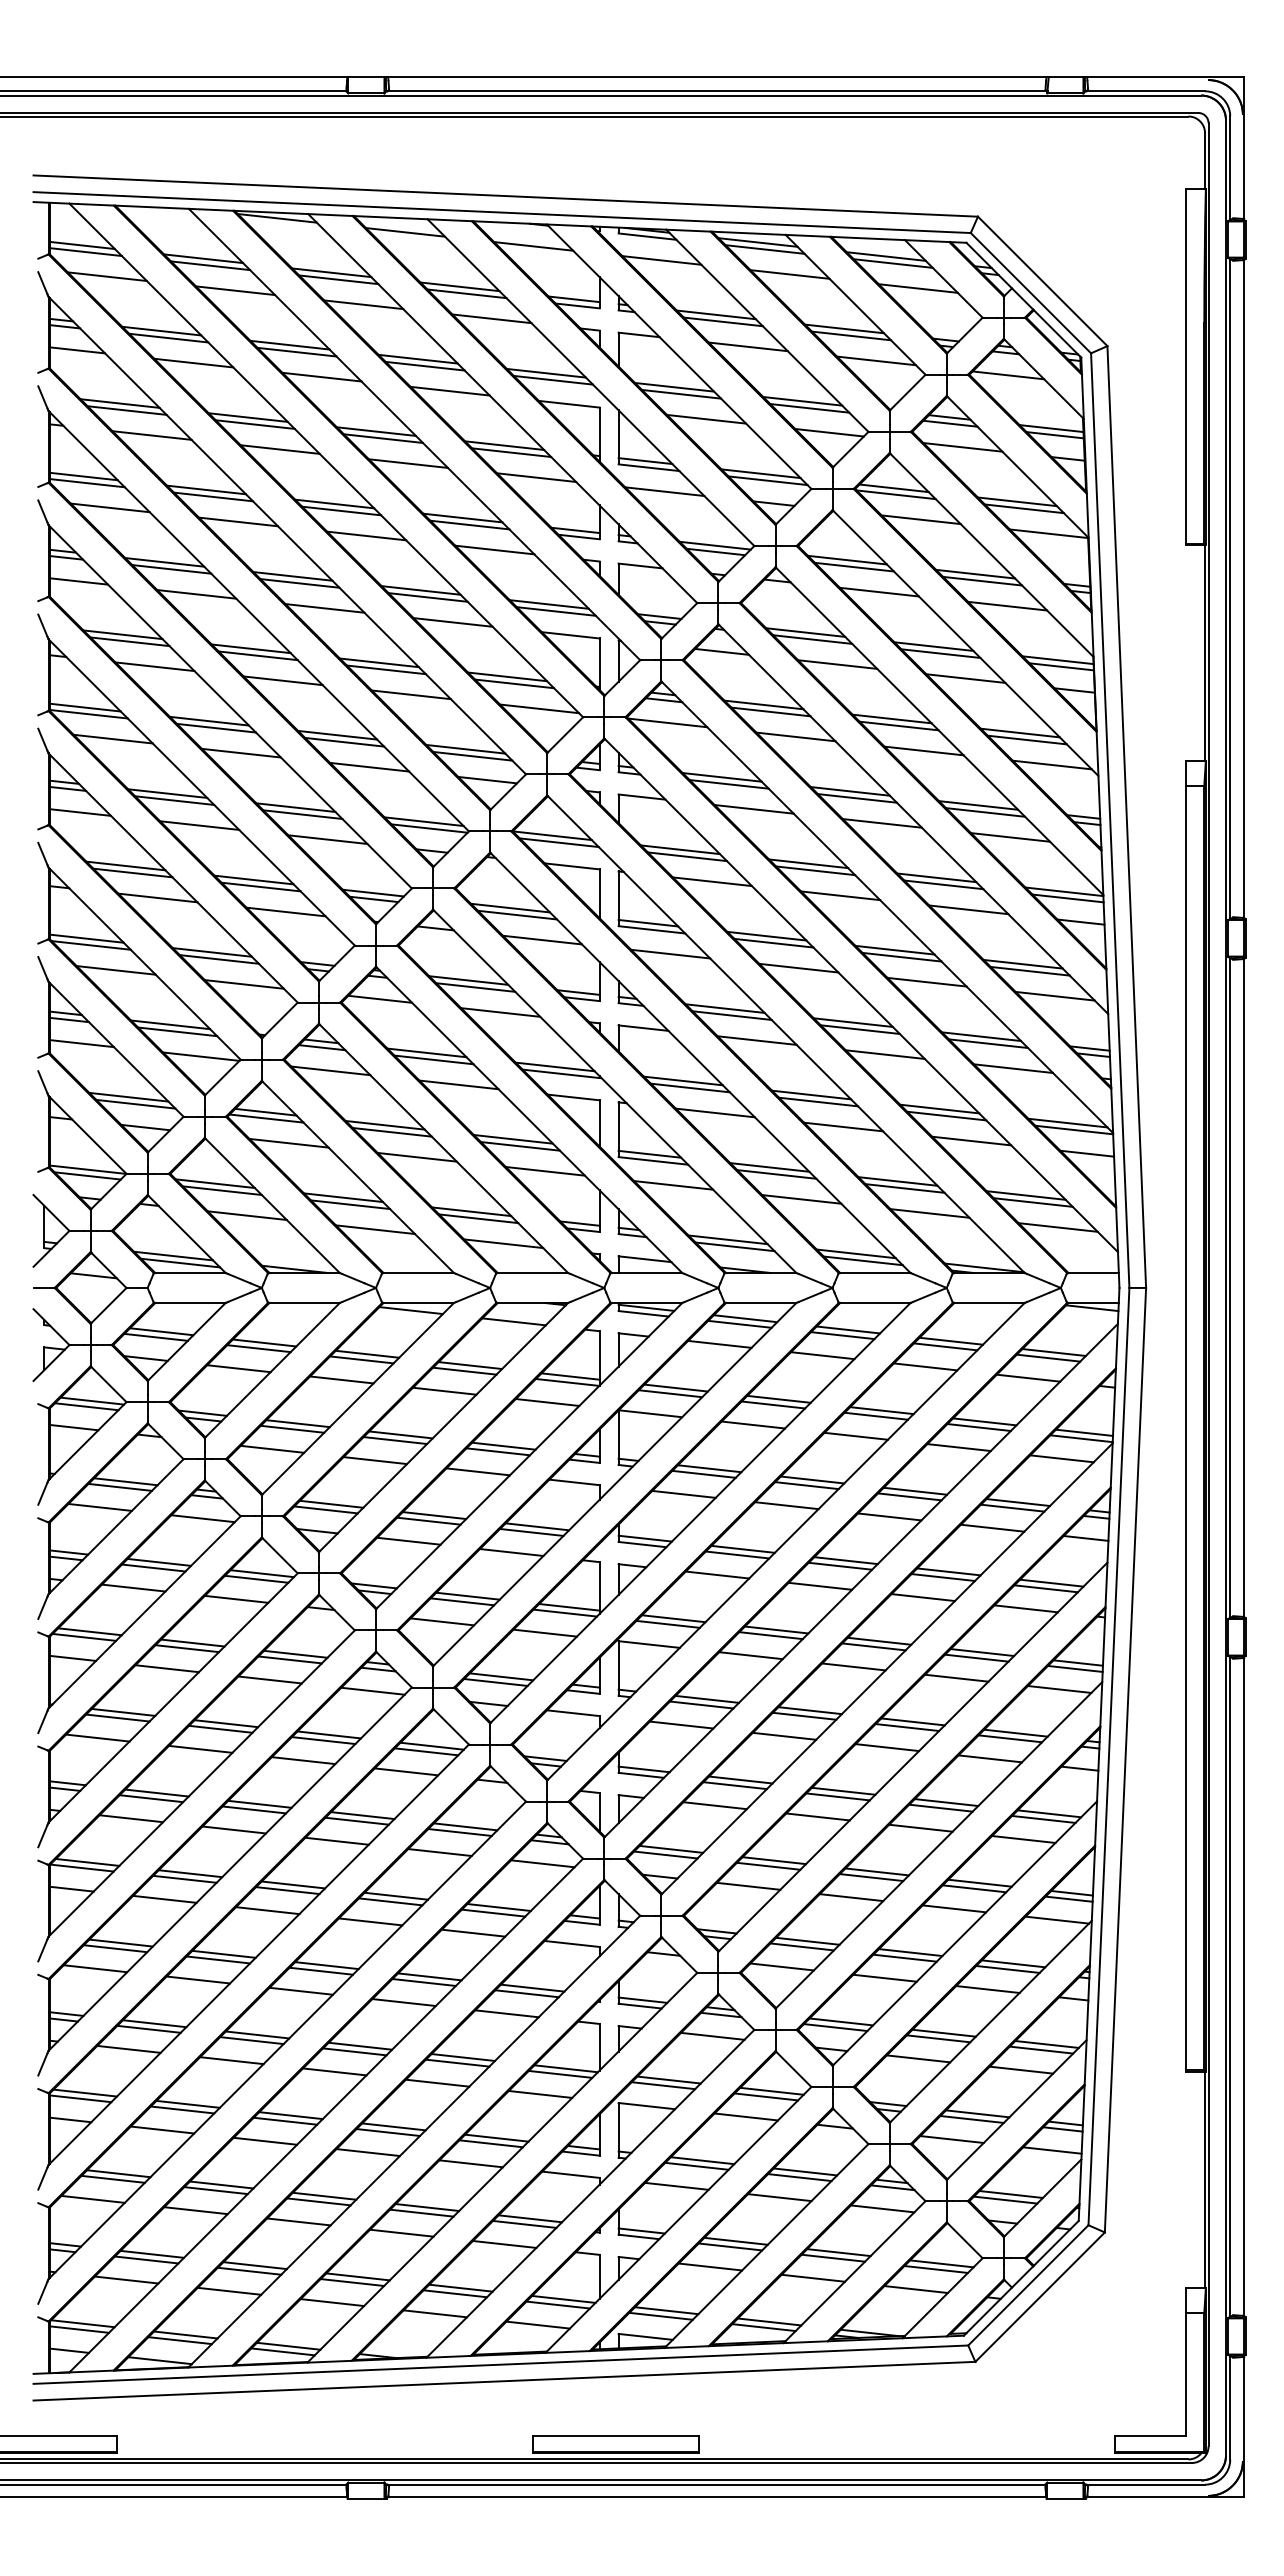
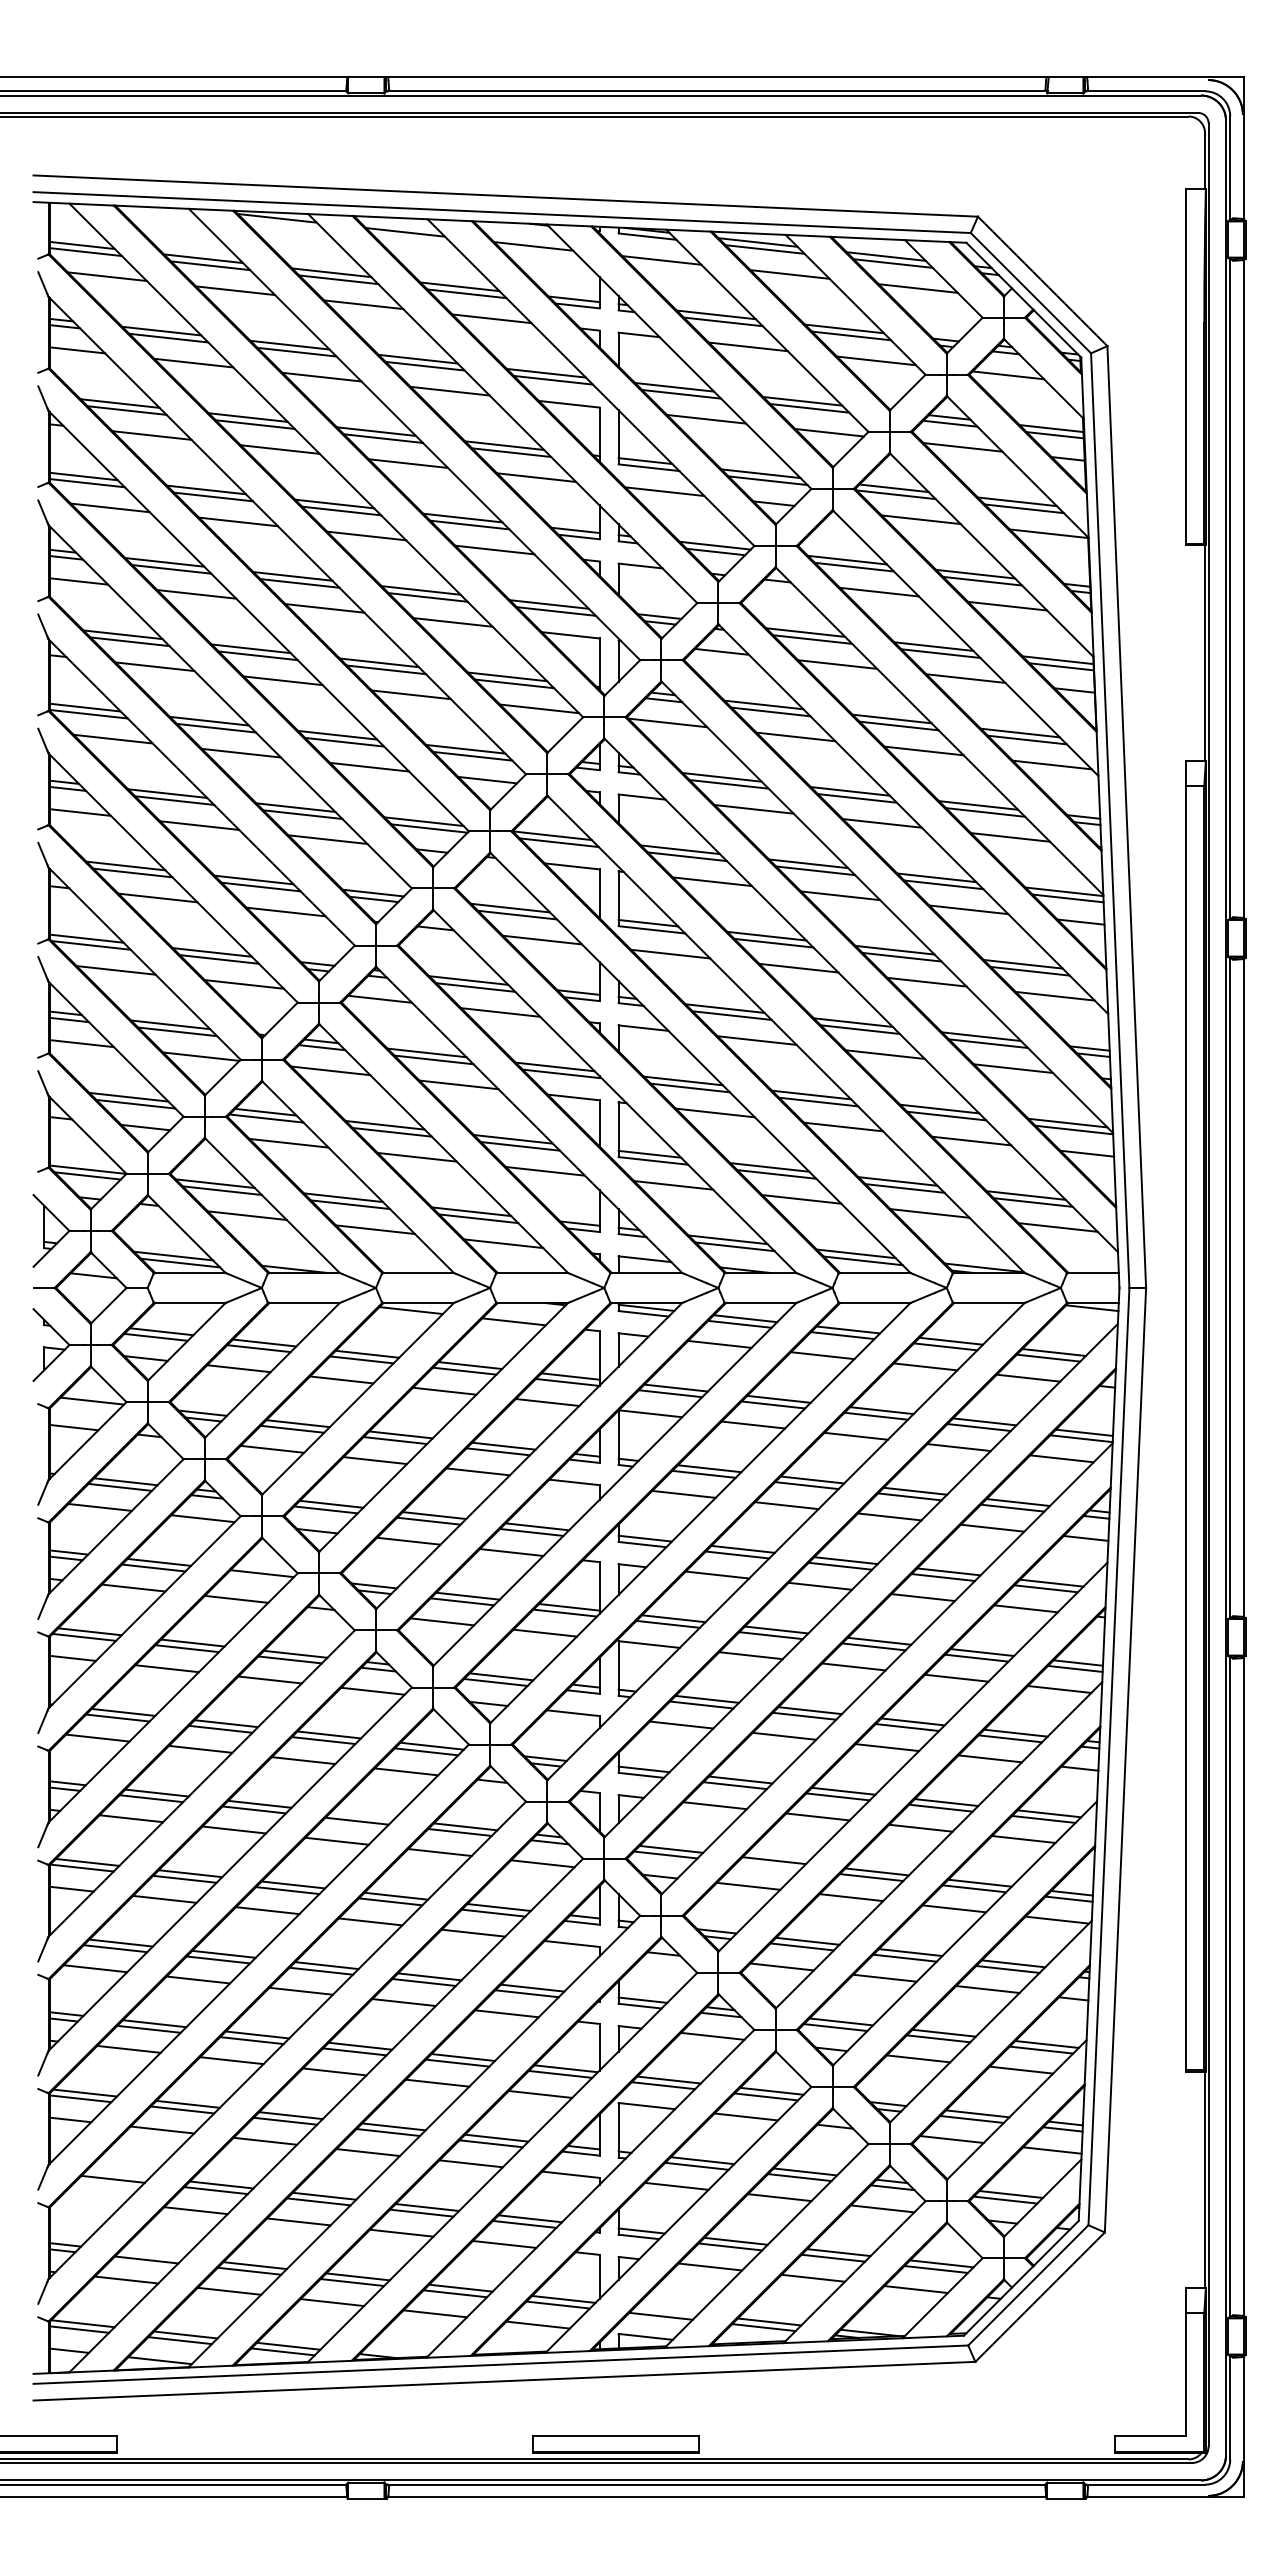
line at (86, 1406): present -> none
line at (256, 1578): present -> none
line at (362, 1815): present -> none
line at (768, 1865): present -> none
line at (118, 2173): present -> none
line at (92, 2198): present -> none
line at (152, 2253): present -> none
line at (666, 2310): present -> none
